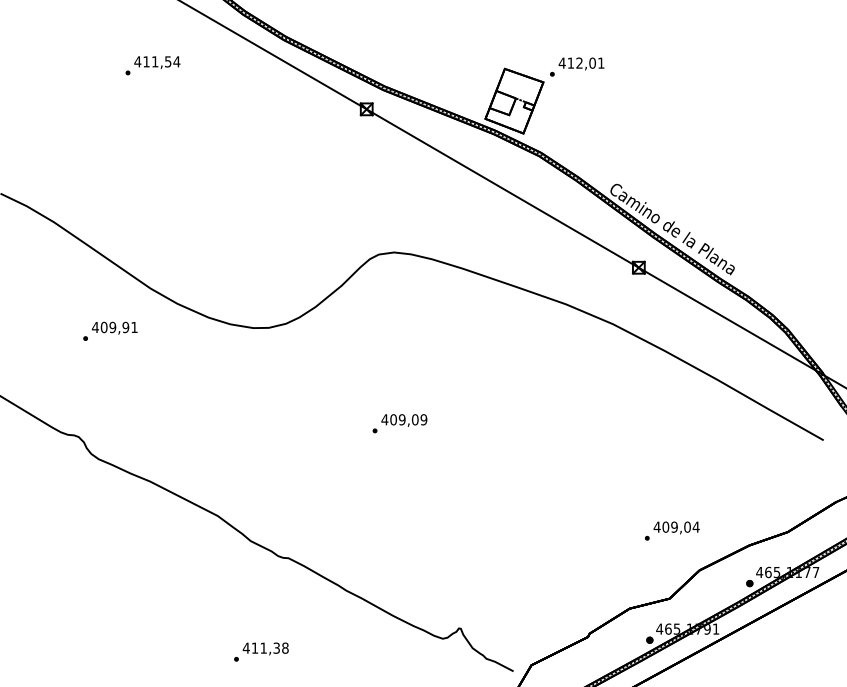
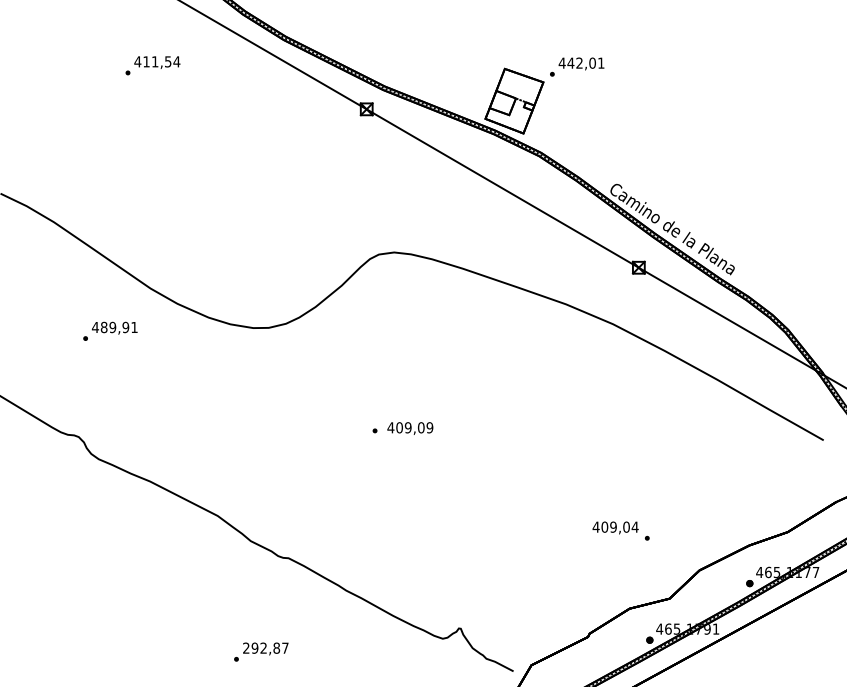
text at (570, 62): 412,01 -> 442,01
text at (103, 327): 409,91 -> 489,91
text at (404, 420) position: (404, 420) -> (410, 428)
text at (676, 527) position: (676, 527) -> (615, 527)
text at (265, 647): 411,38 -> 292,87
